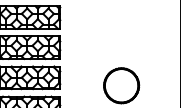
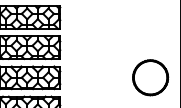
part at (121, 85) position: (121, 85) -> (150, 77)
